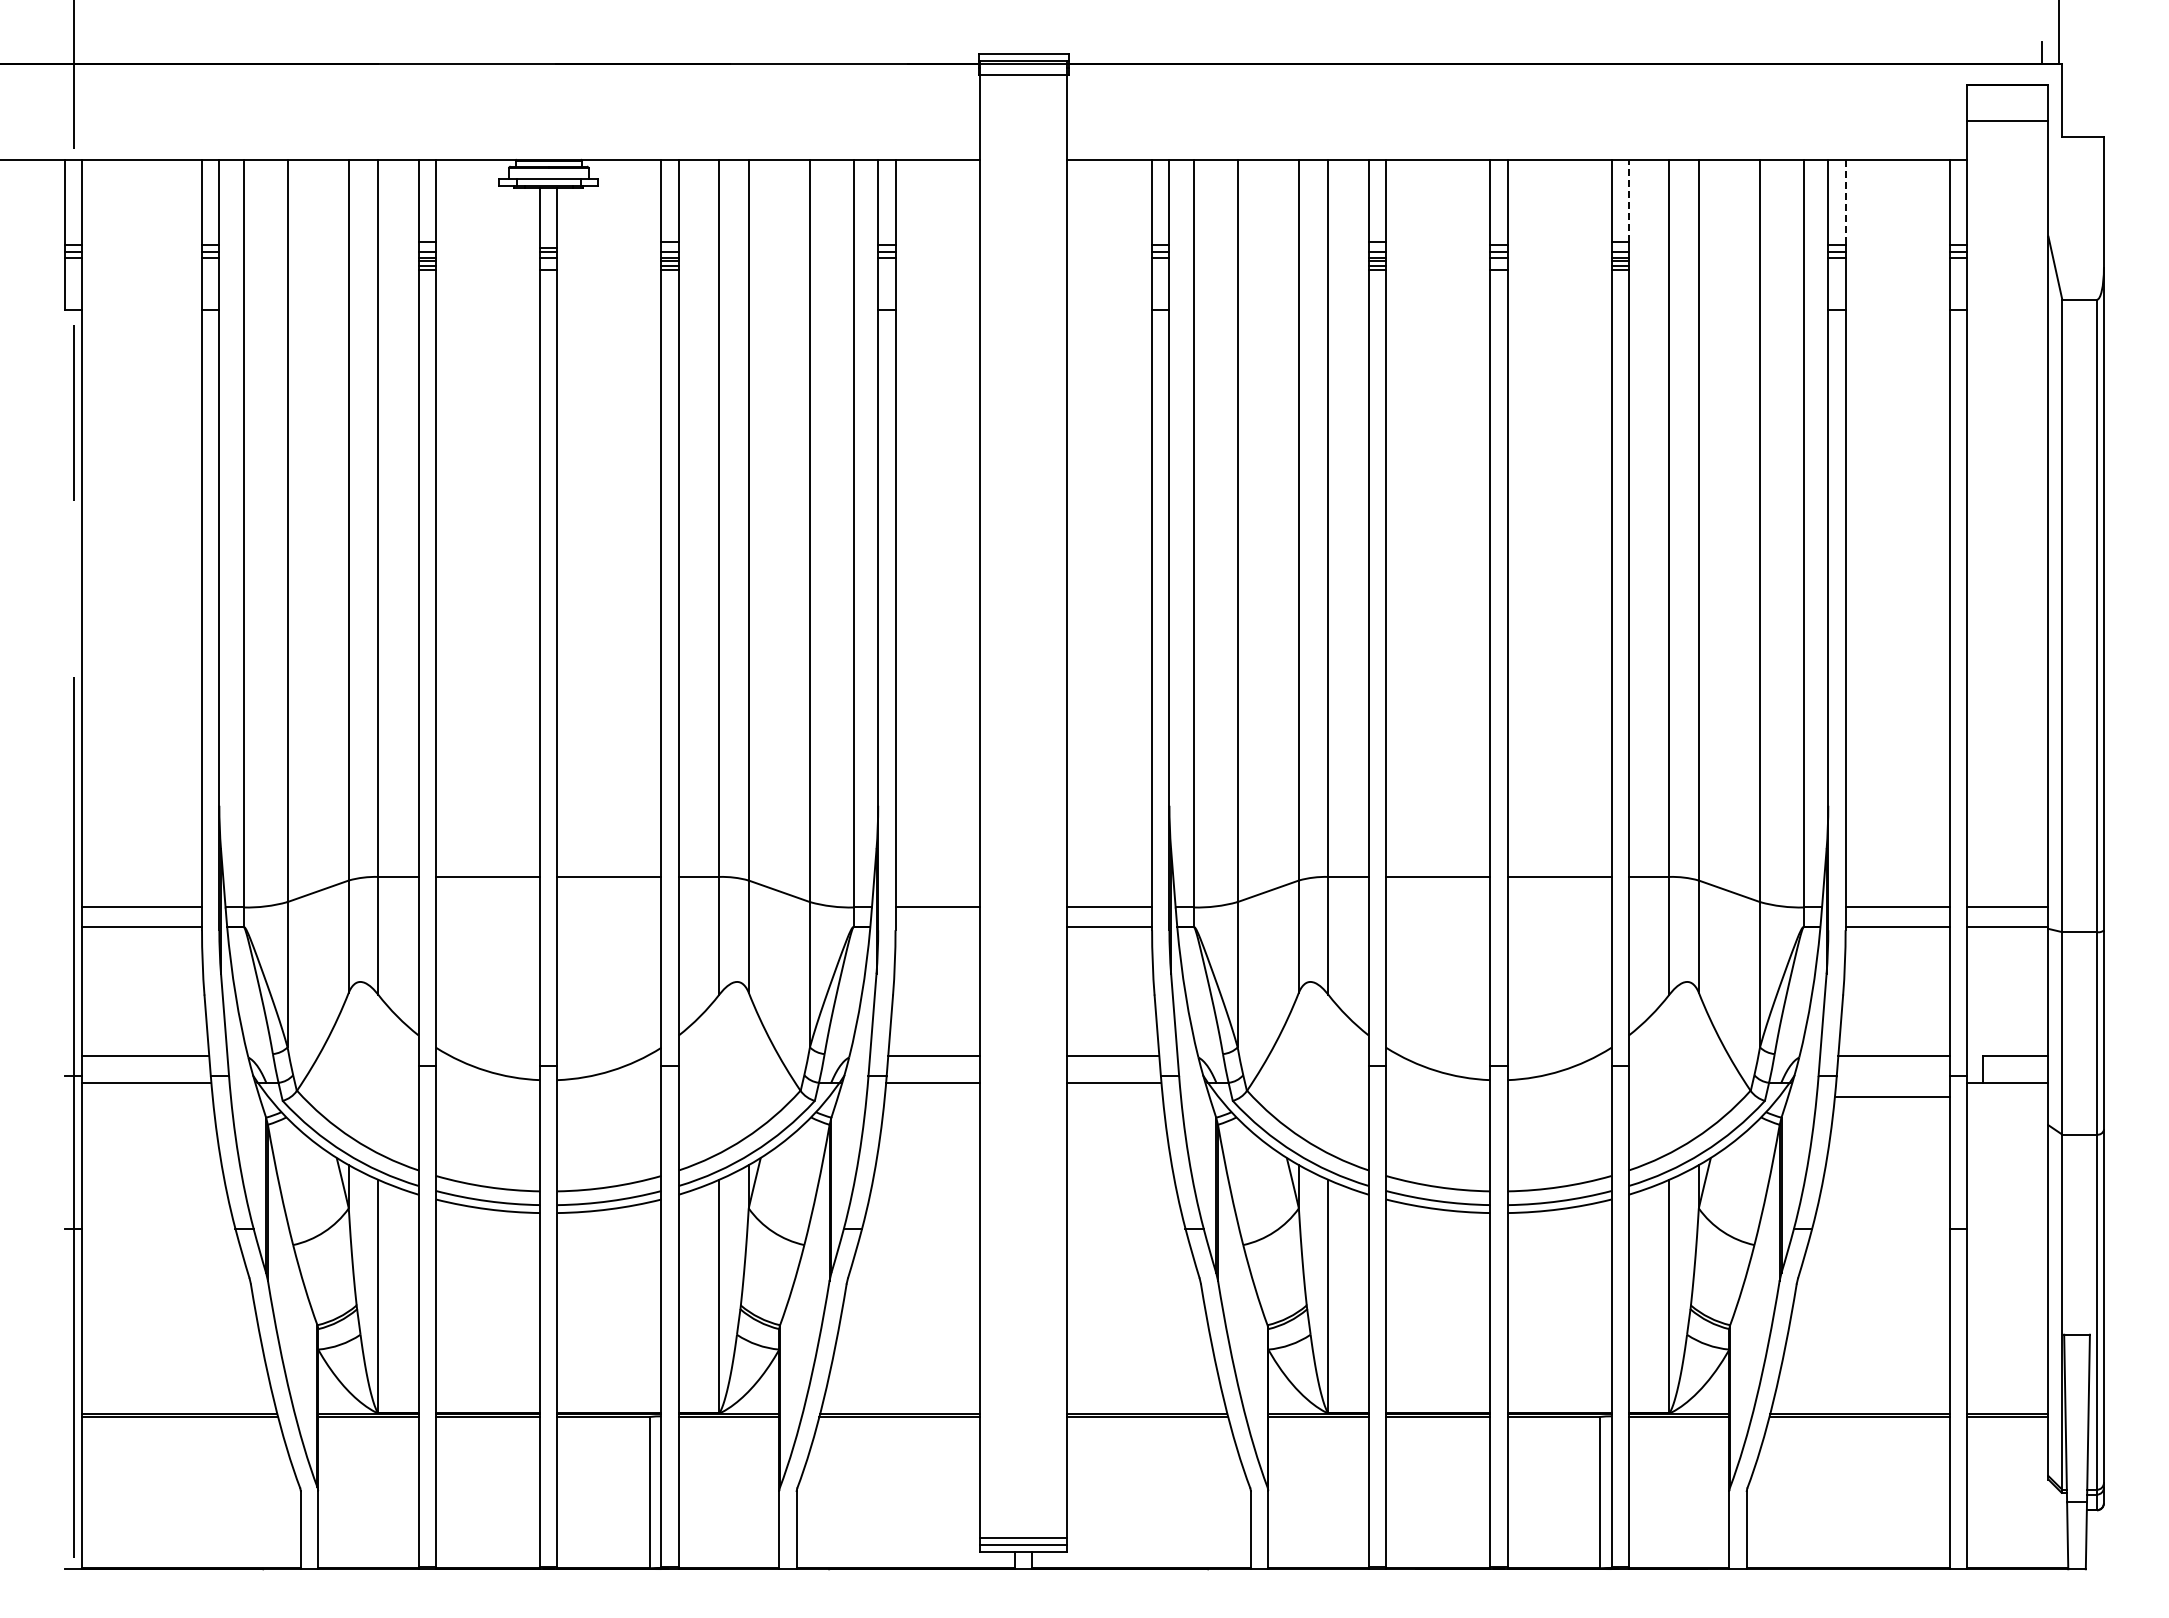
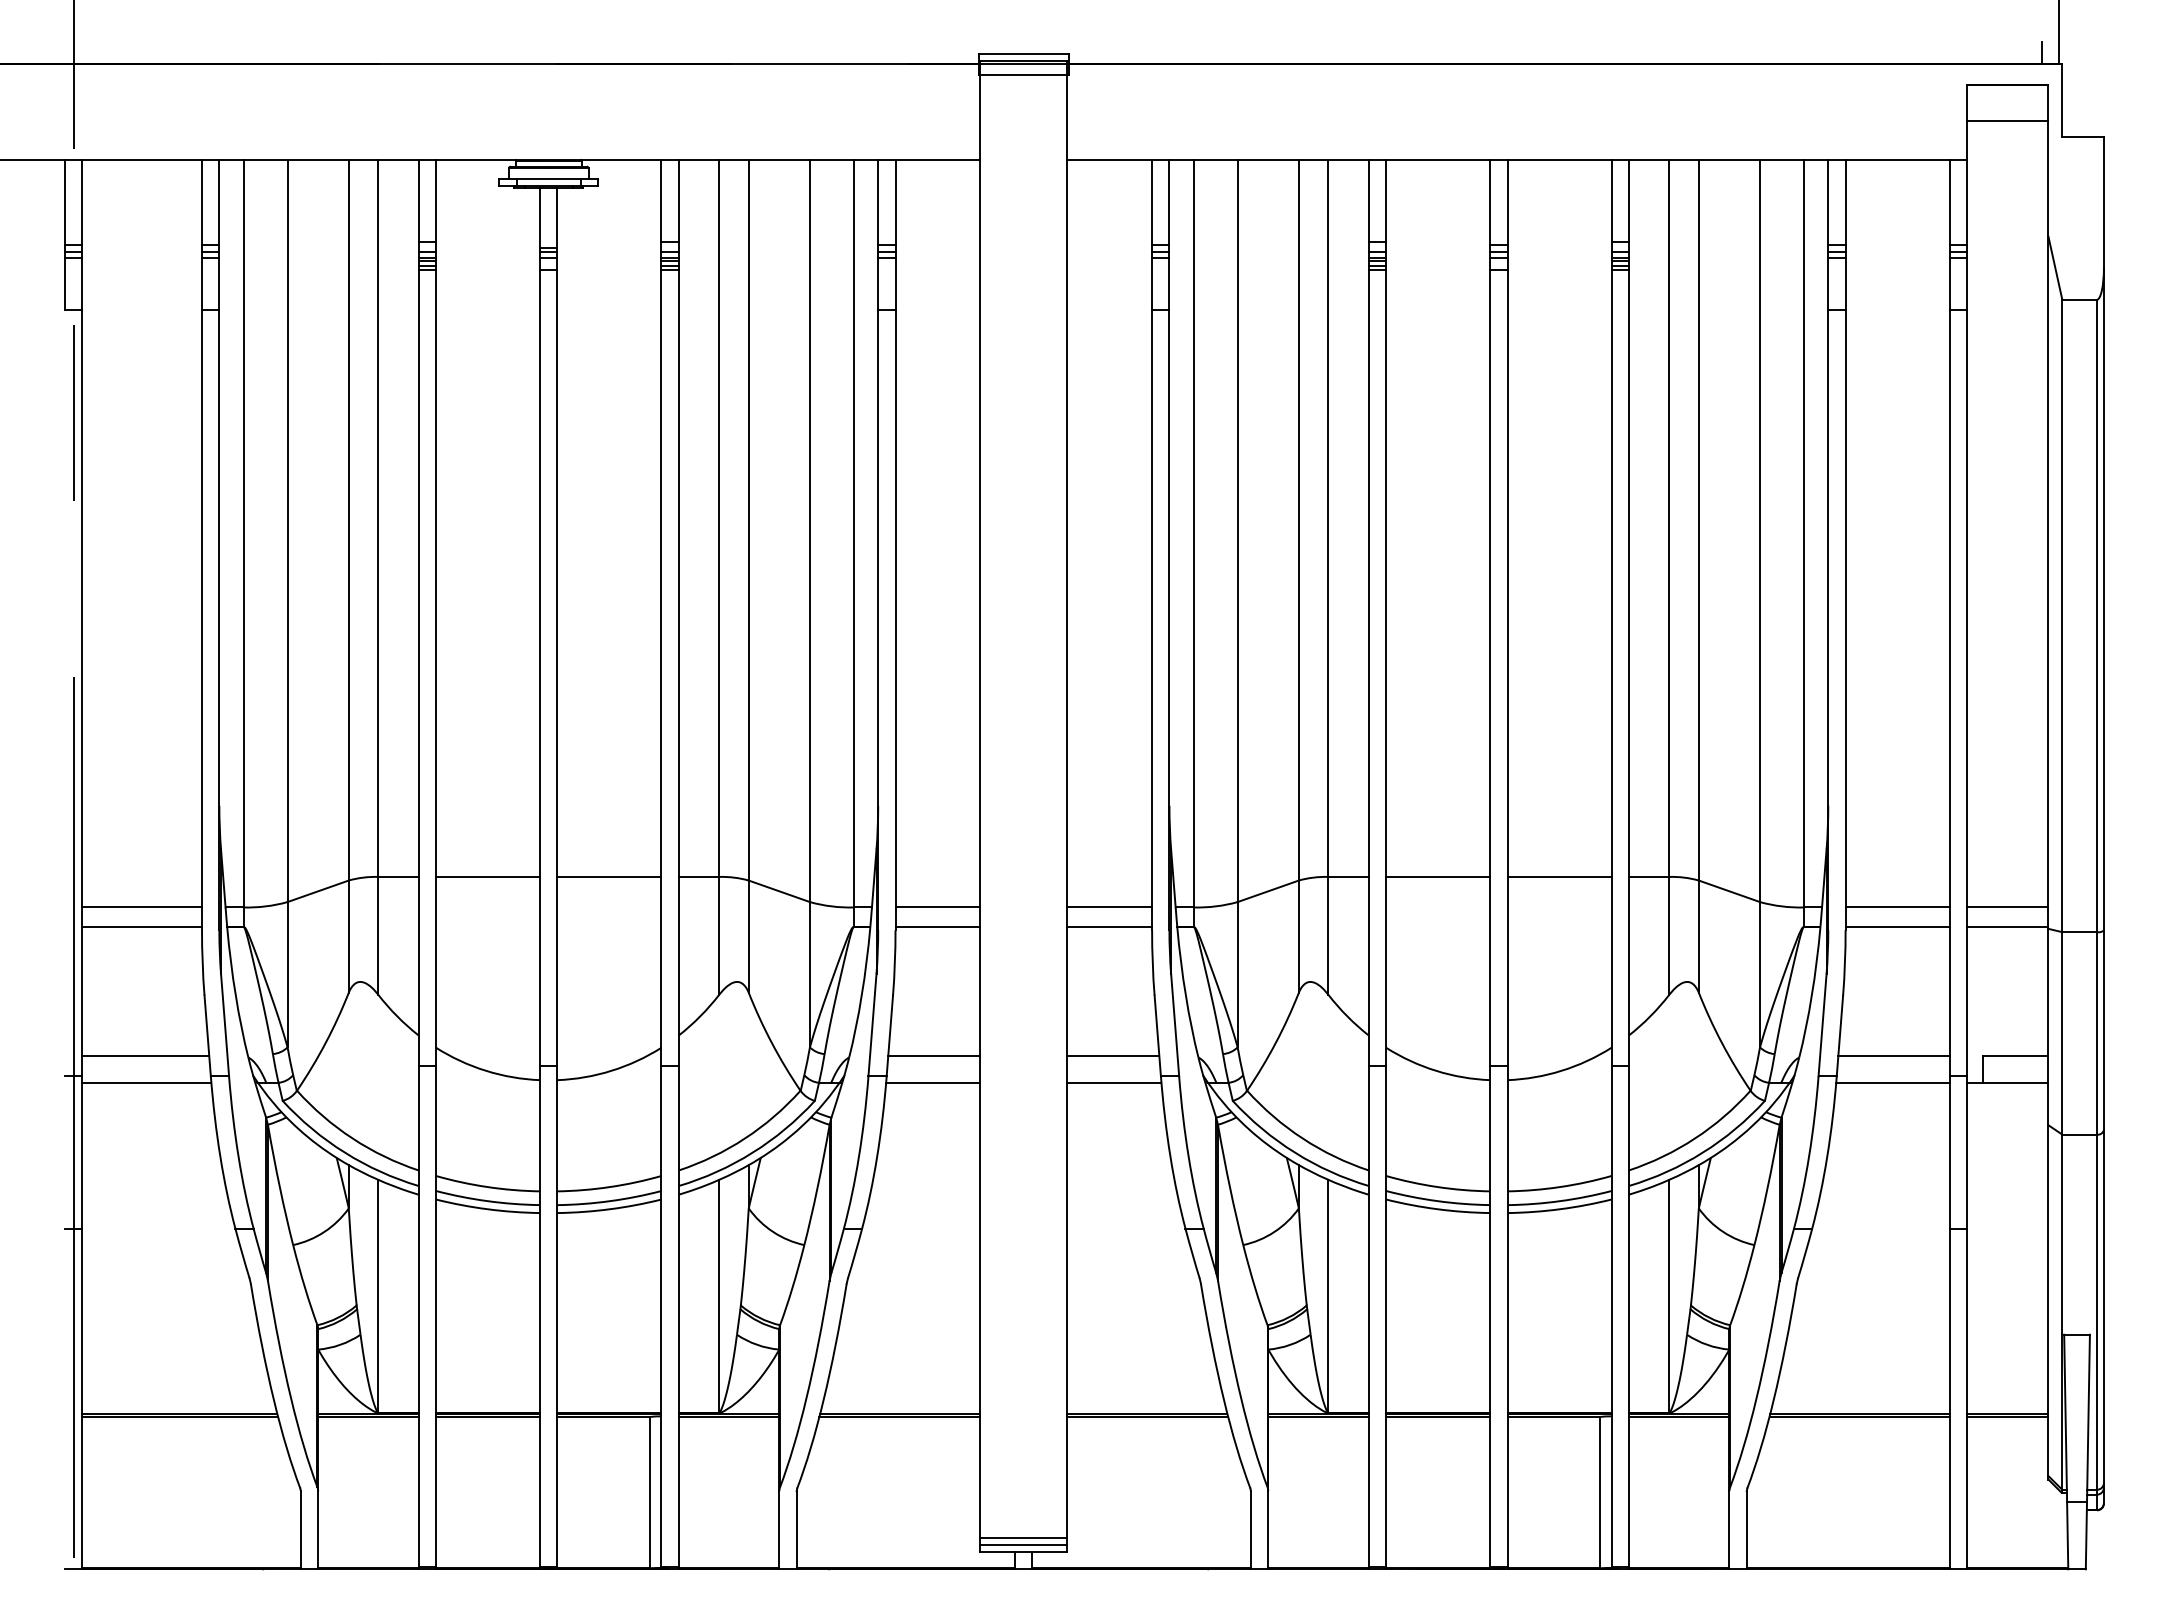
line at (1628, 200): dashed -> solid
line at (1845, 202): dashed -> solid
line at (937, 926): none -> present
line at (1892, 1096) position: (1892, 1096) -> (1892, 1082)
